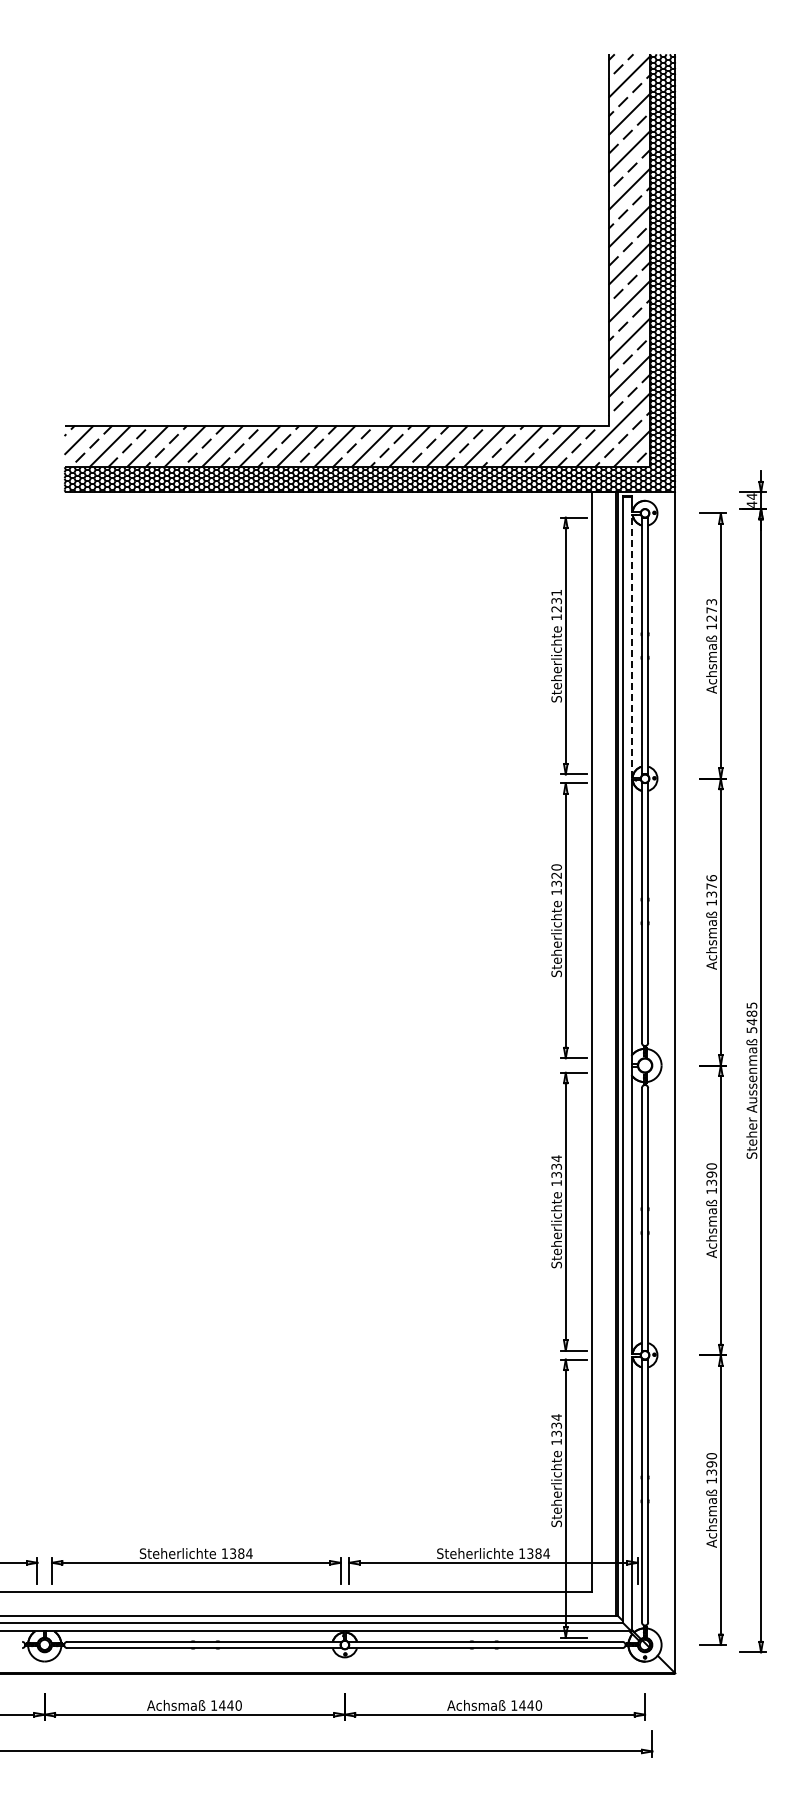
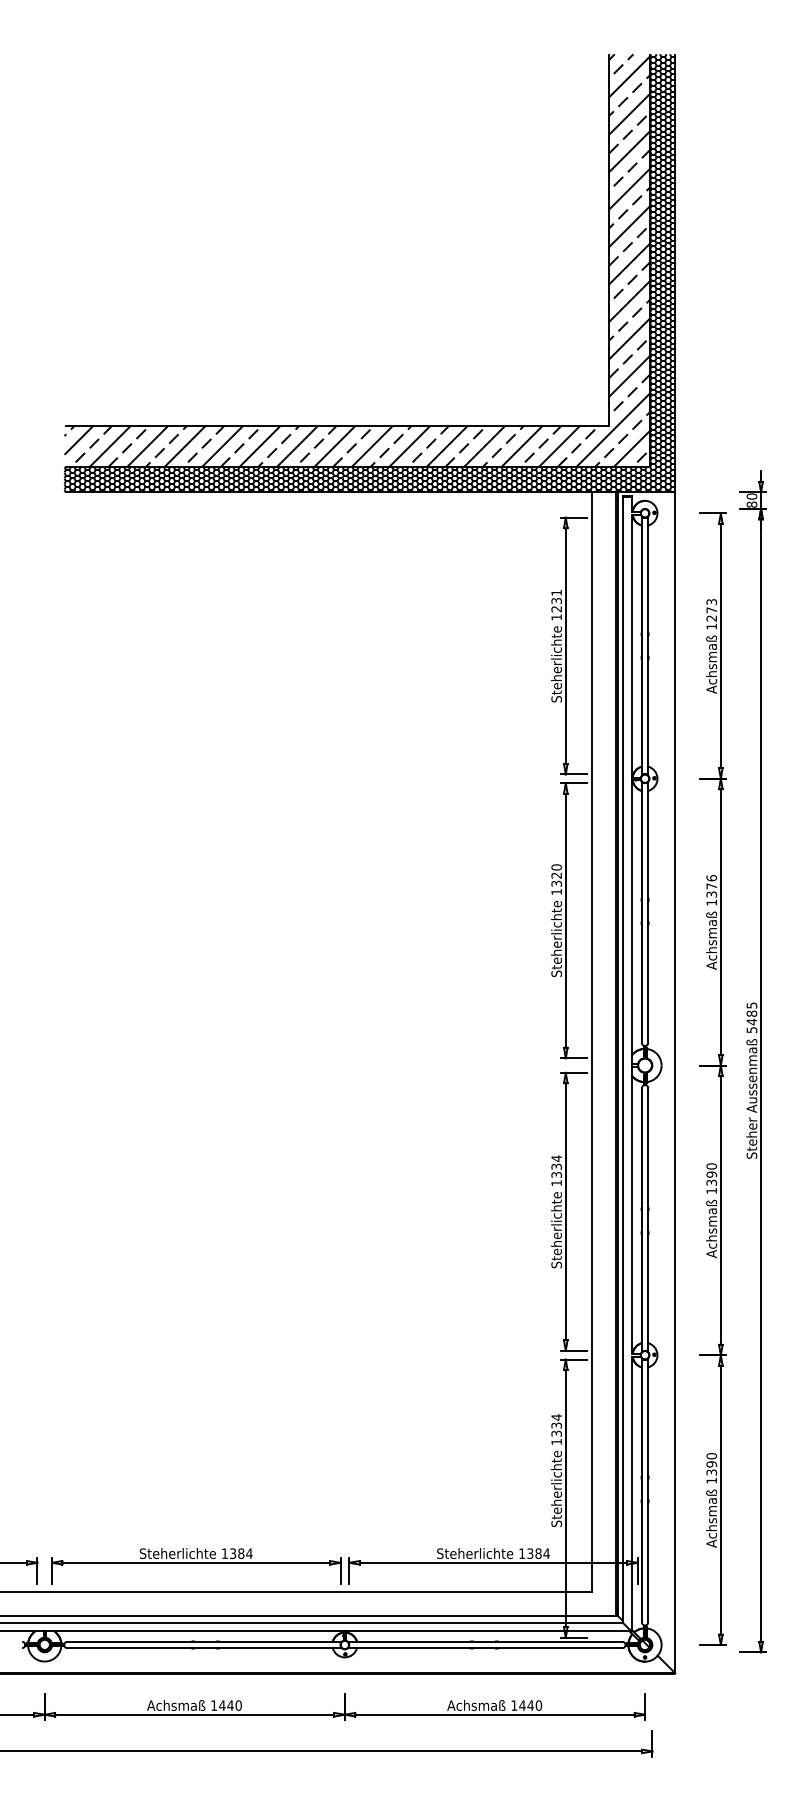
text at (751, 500): 44 -> 80
line at (631, 645): dashed -> solid
